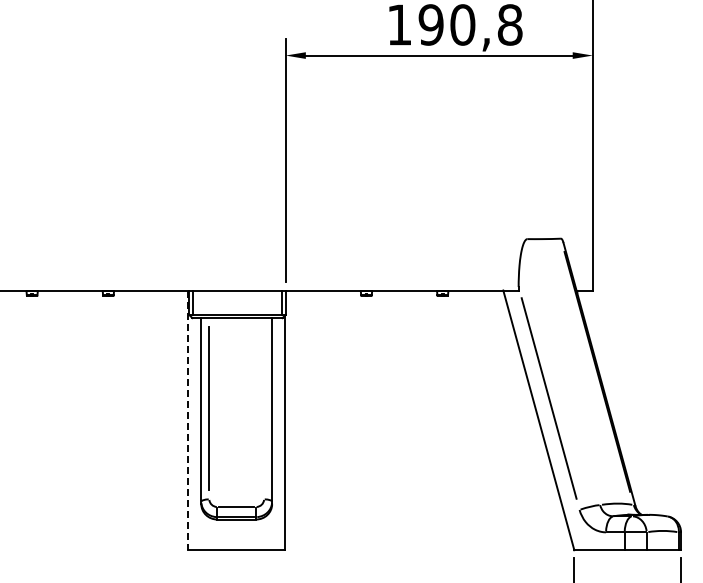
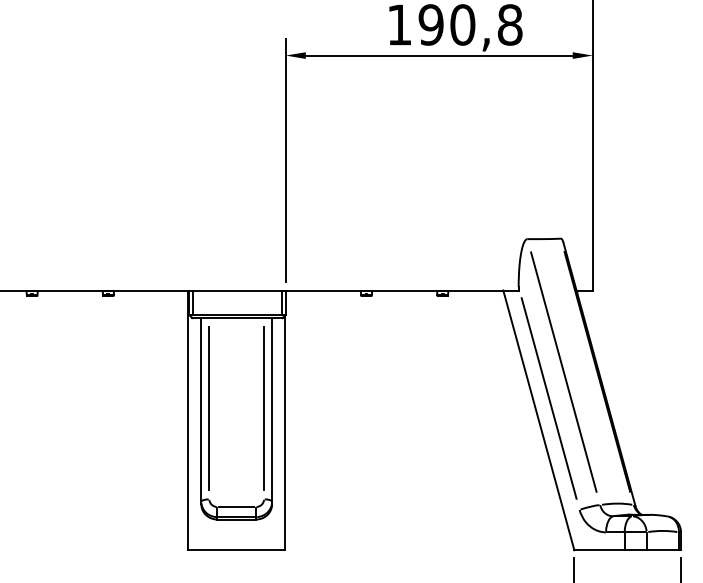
line at (563, 371): none -> present
line at (264, 408): none -> present
line at (188, 420): dashed -> solid
